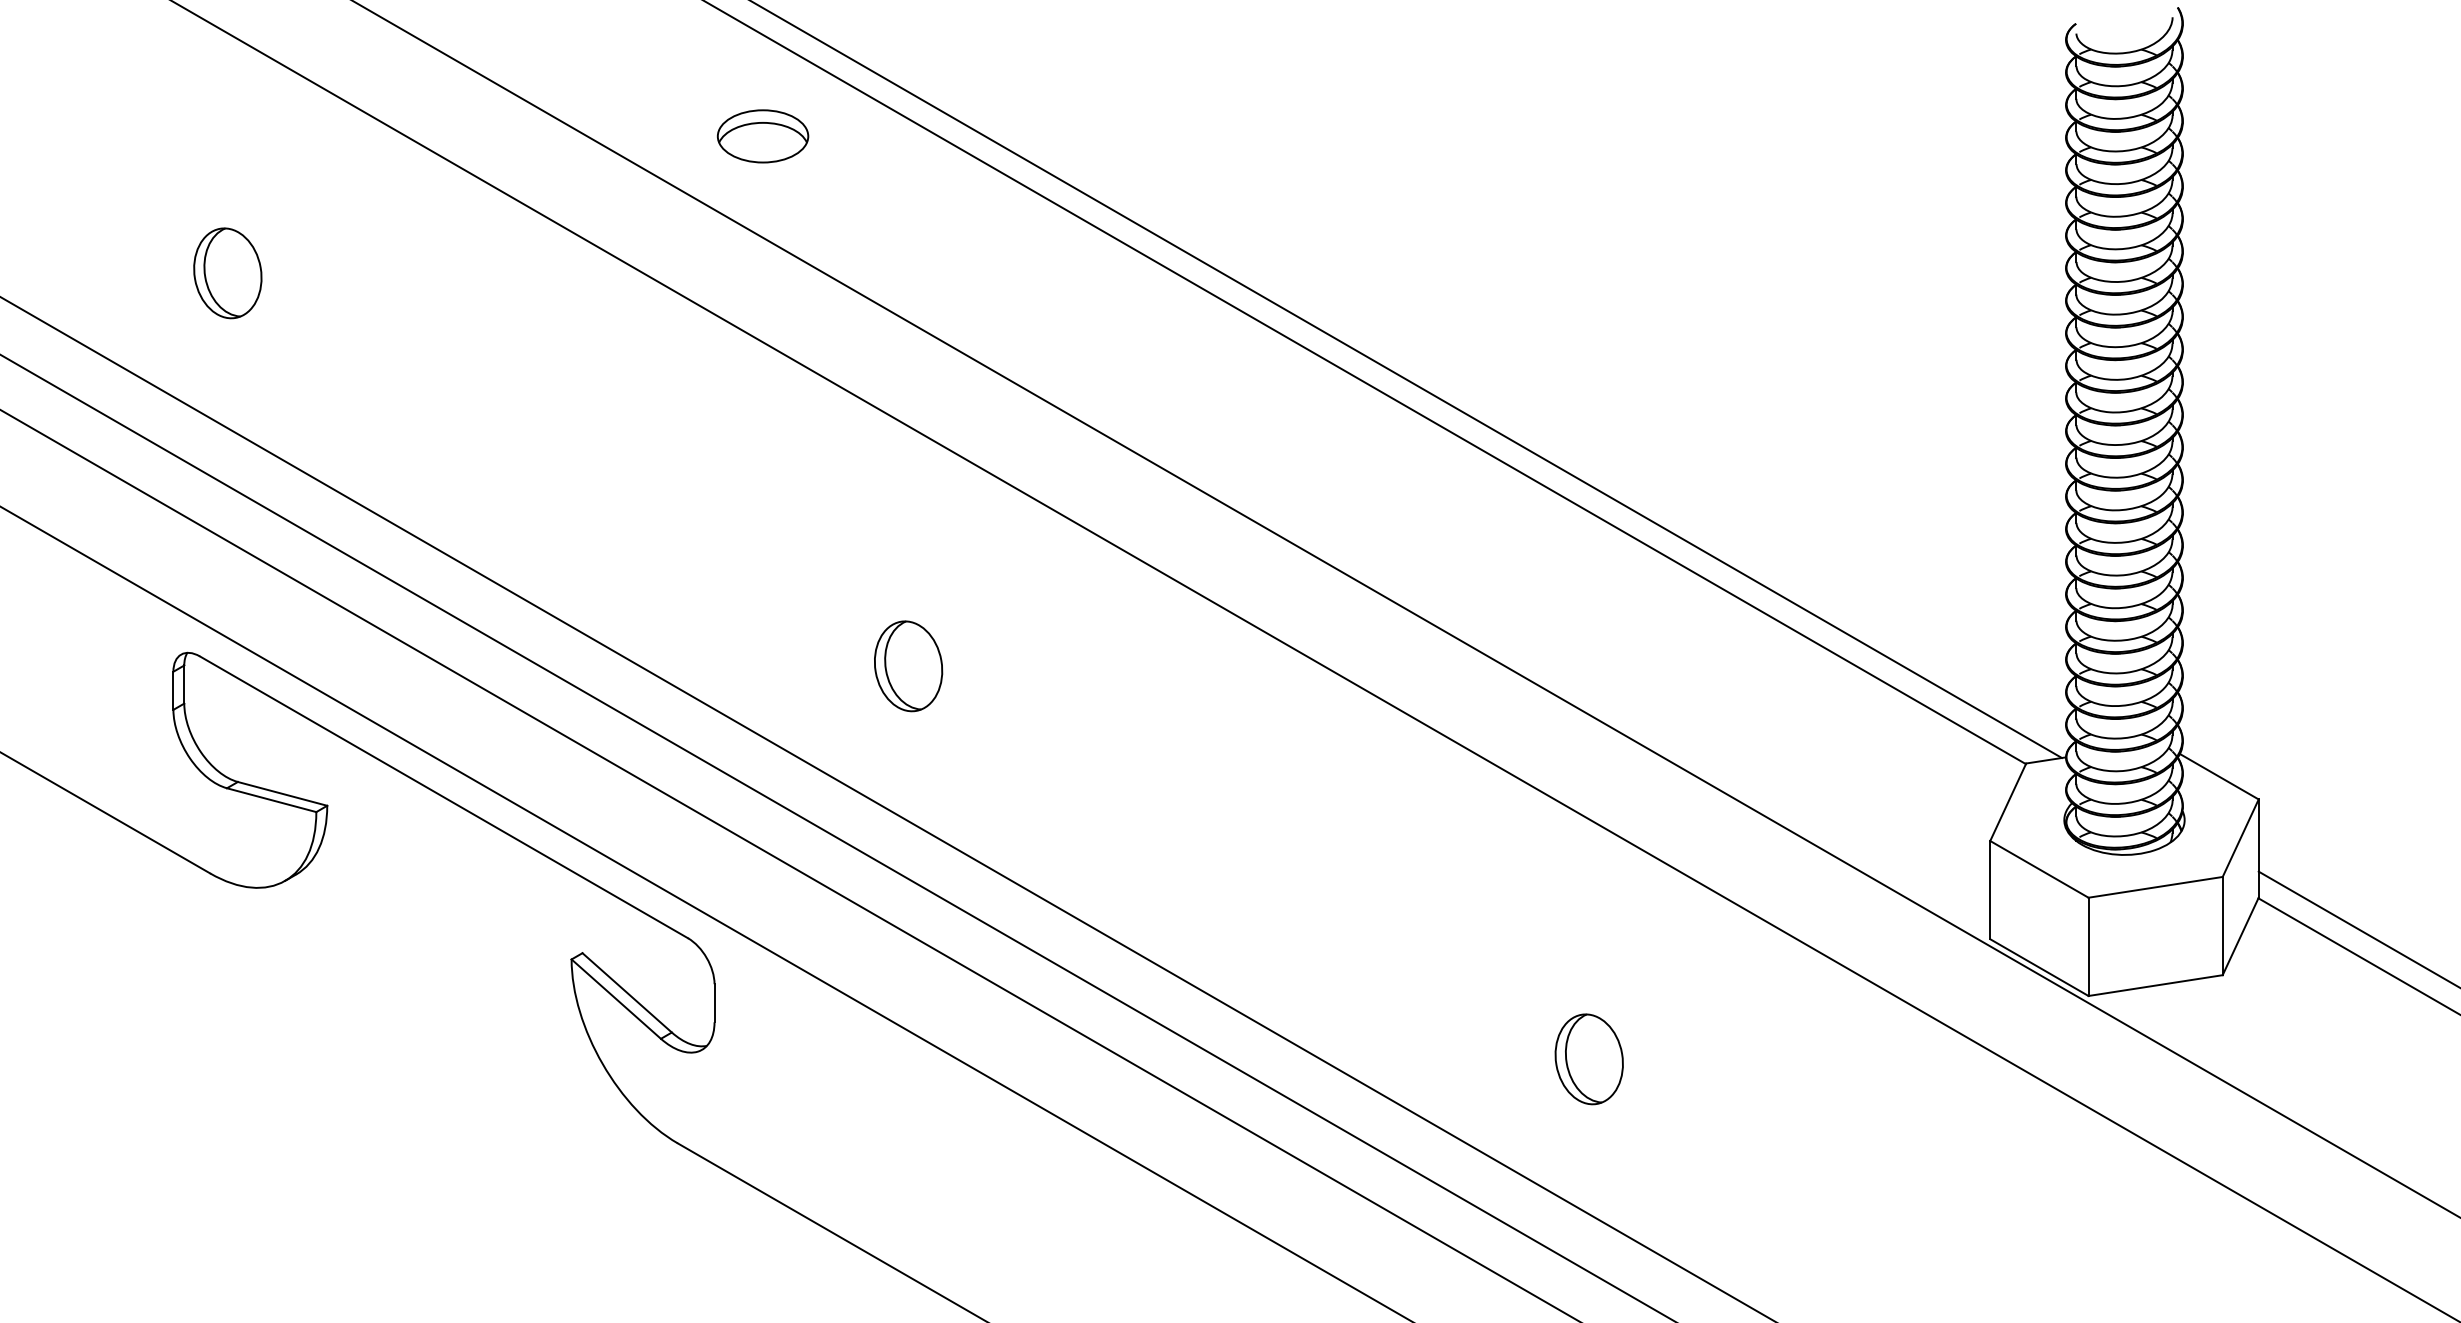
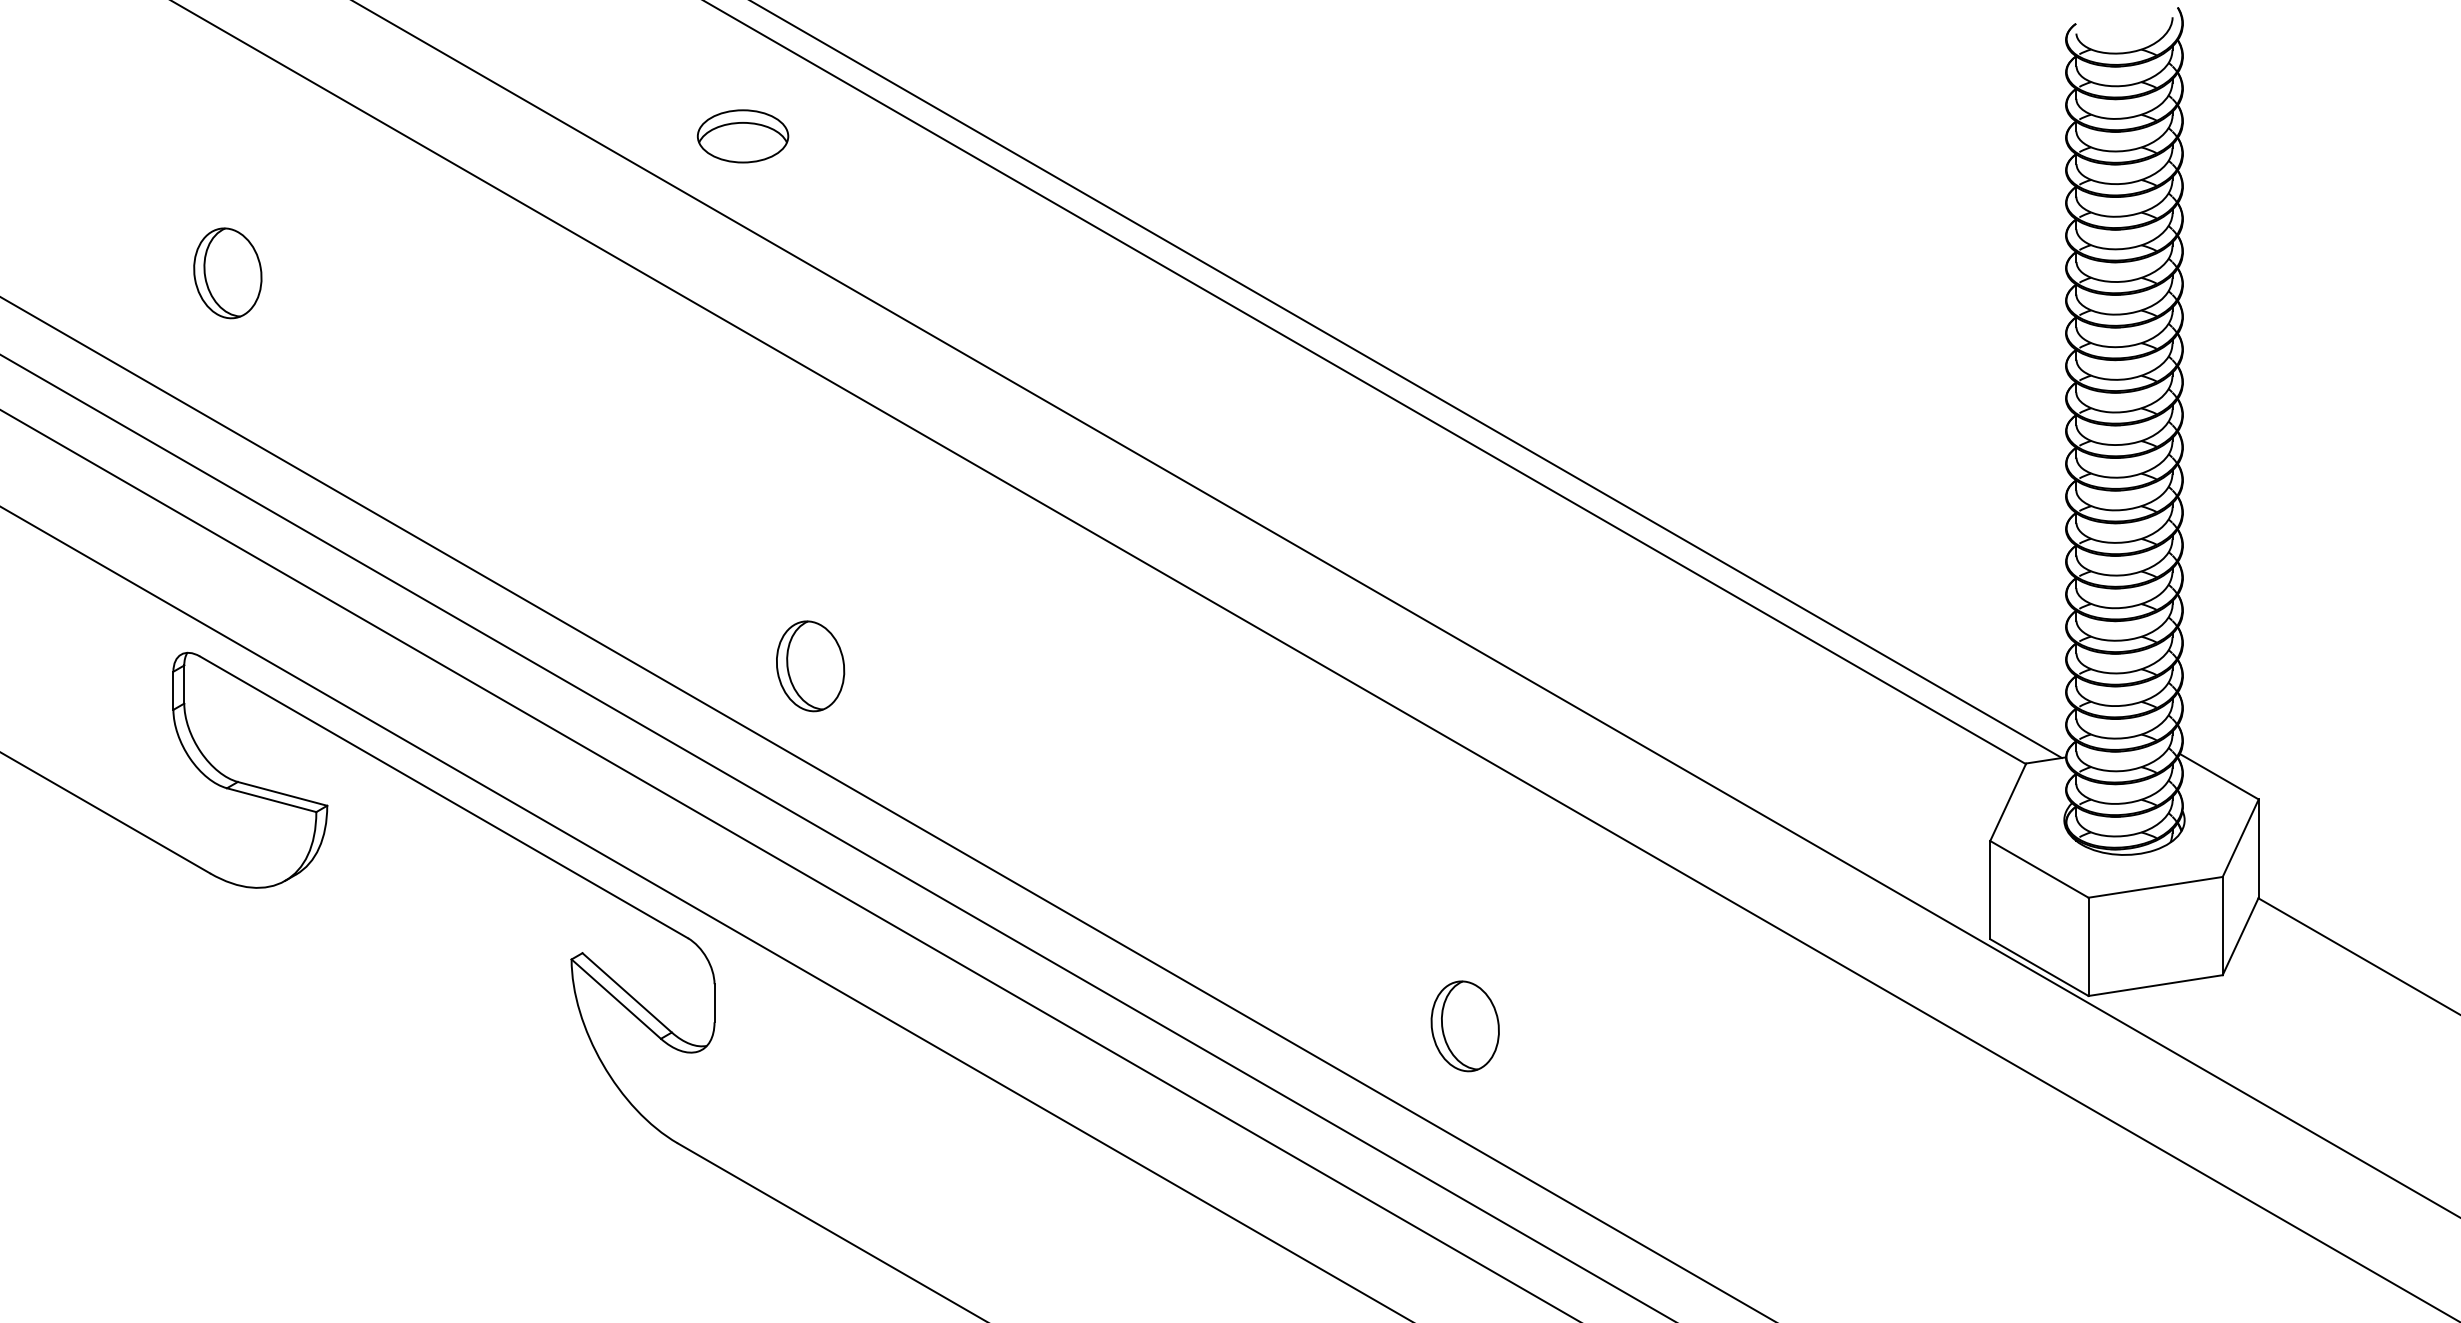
part at (762, 136) position: (762, 136) -> (742, 136)
part at (908, 666) position: (908, 666) -> (810, 666)
line at (2357, 928): present -> none
part at (1588, 1059) position: (1588, 1059) -> (1464, 1026)
